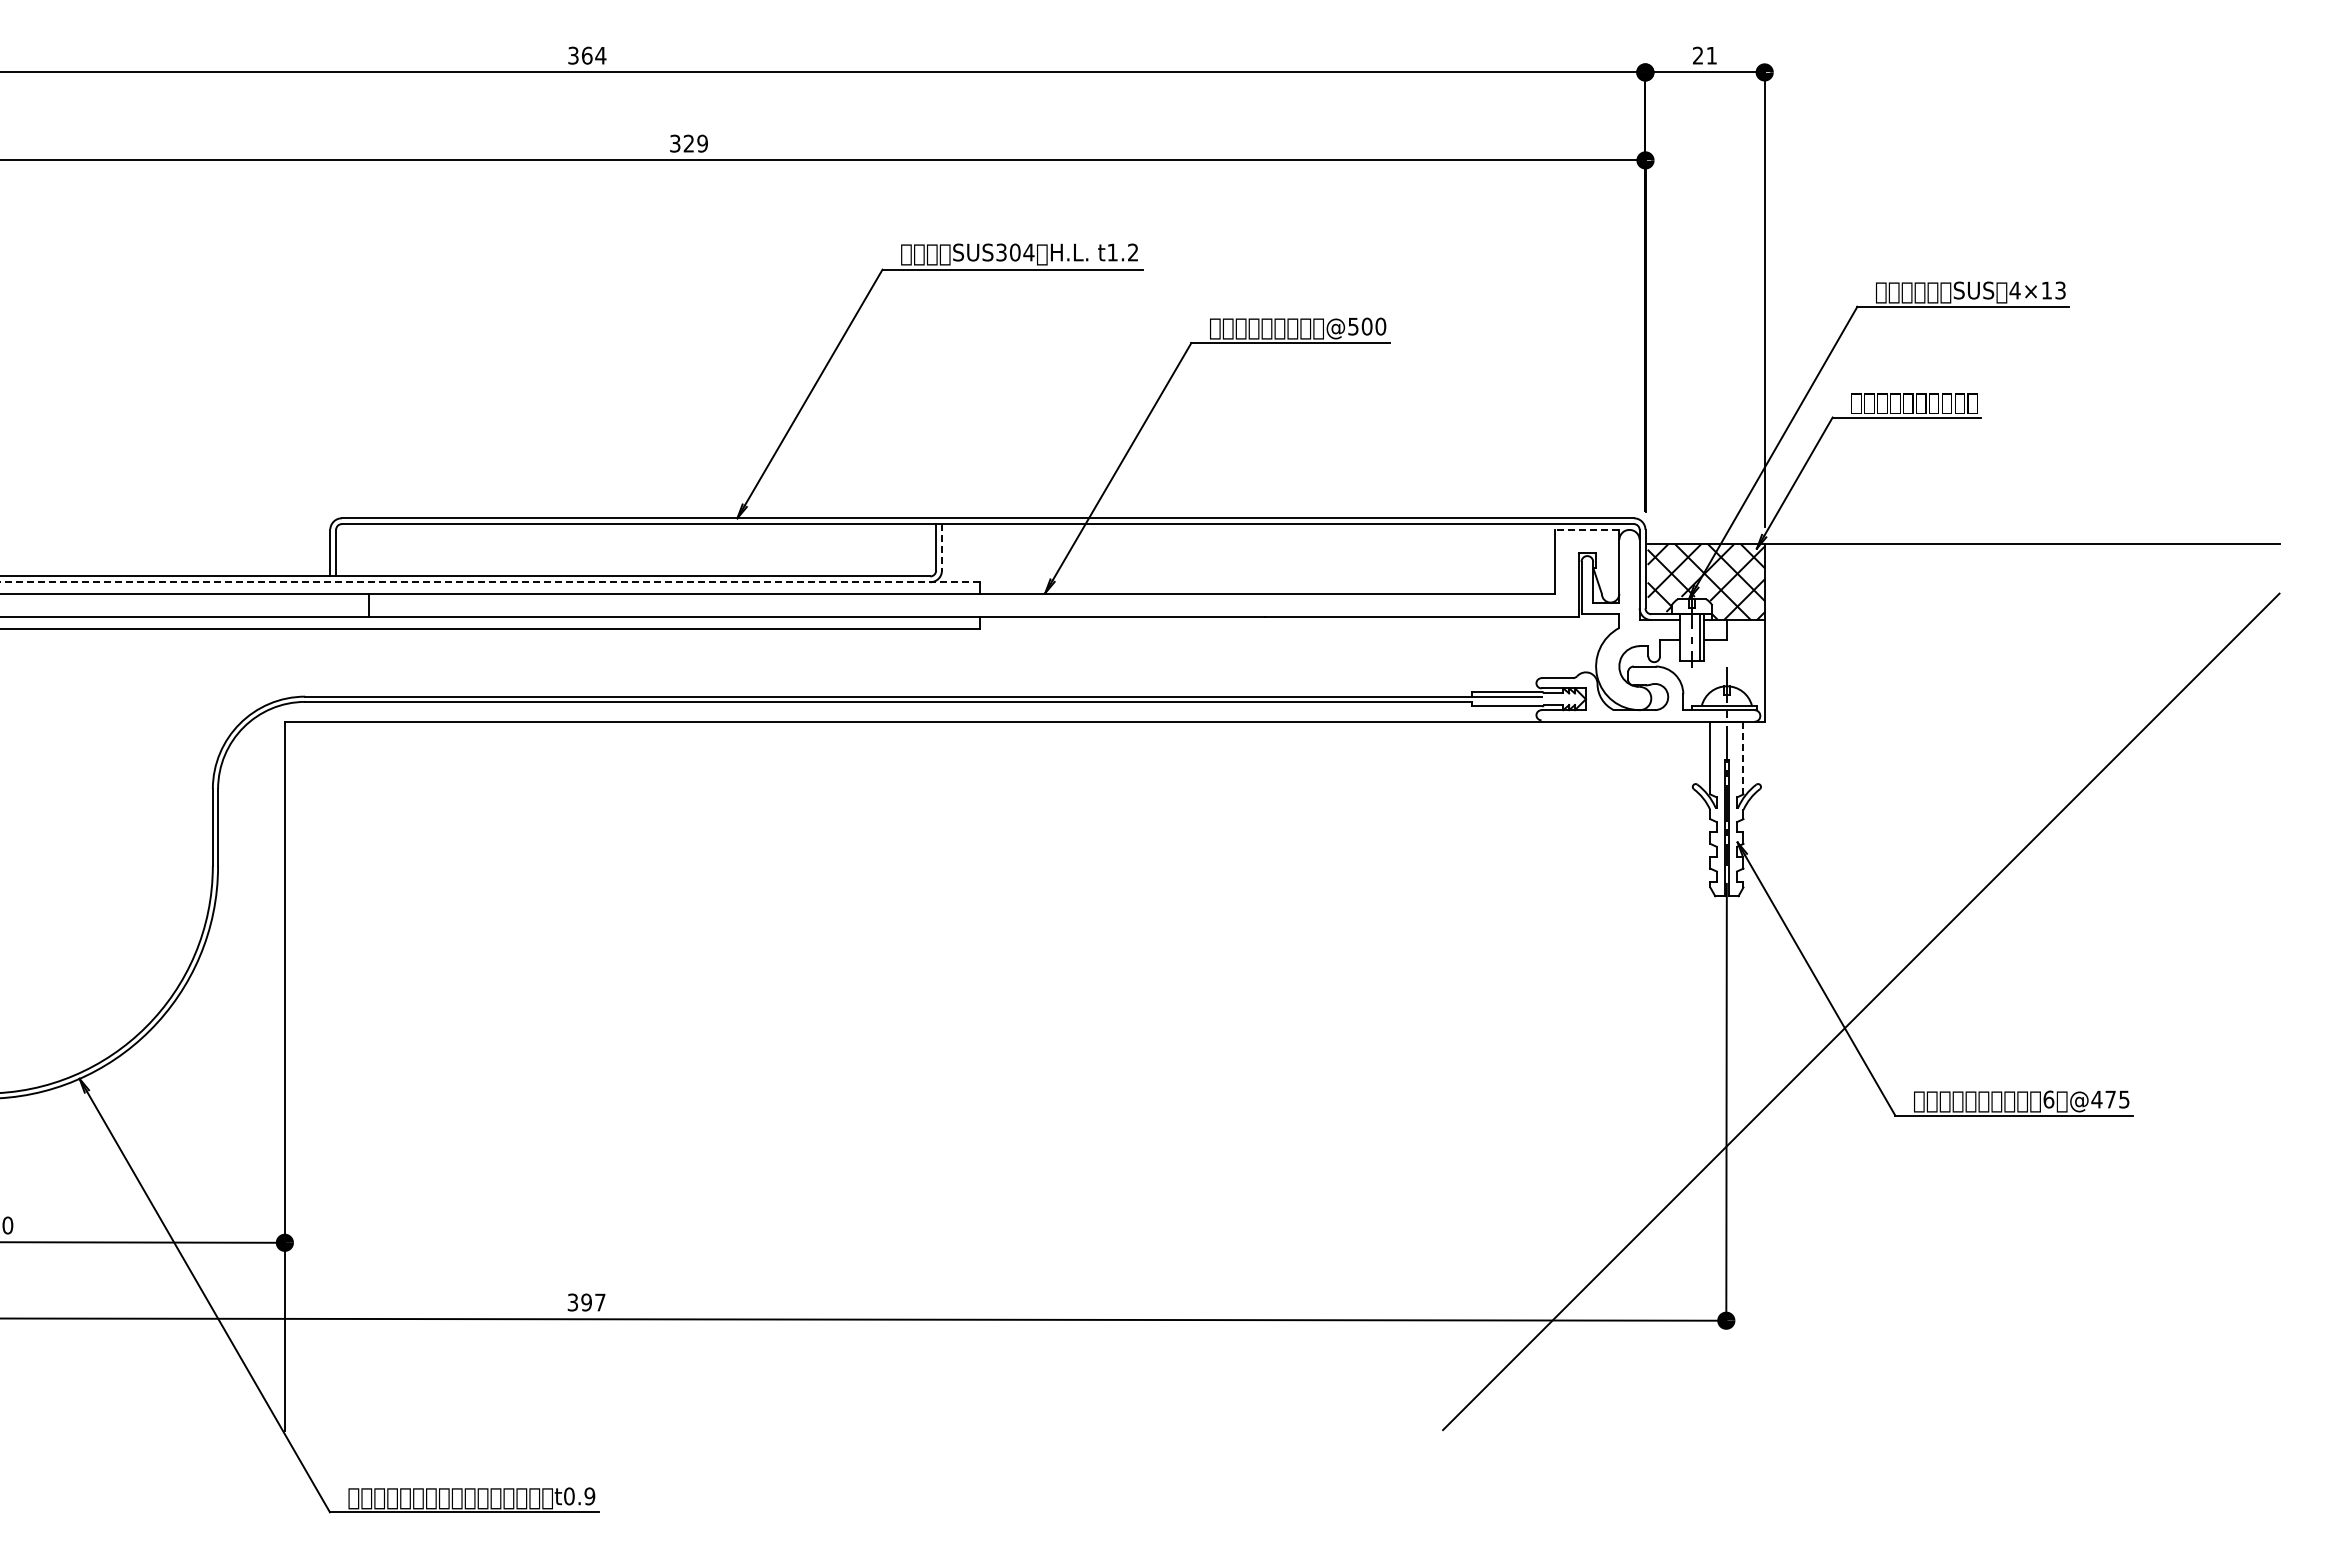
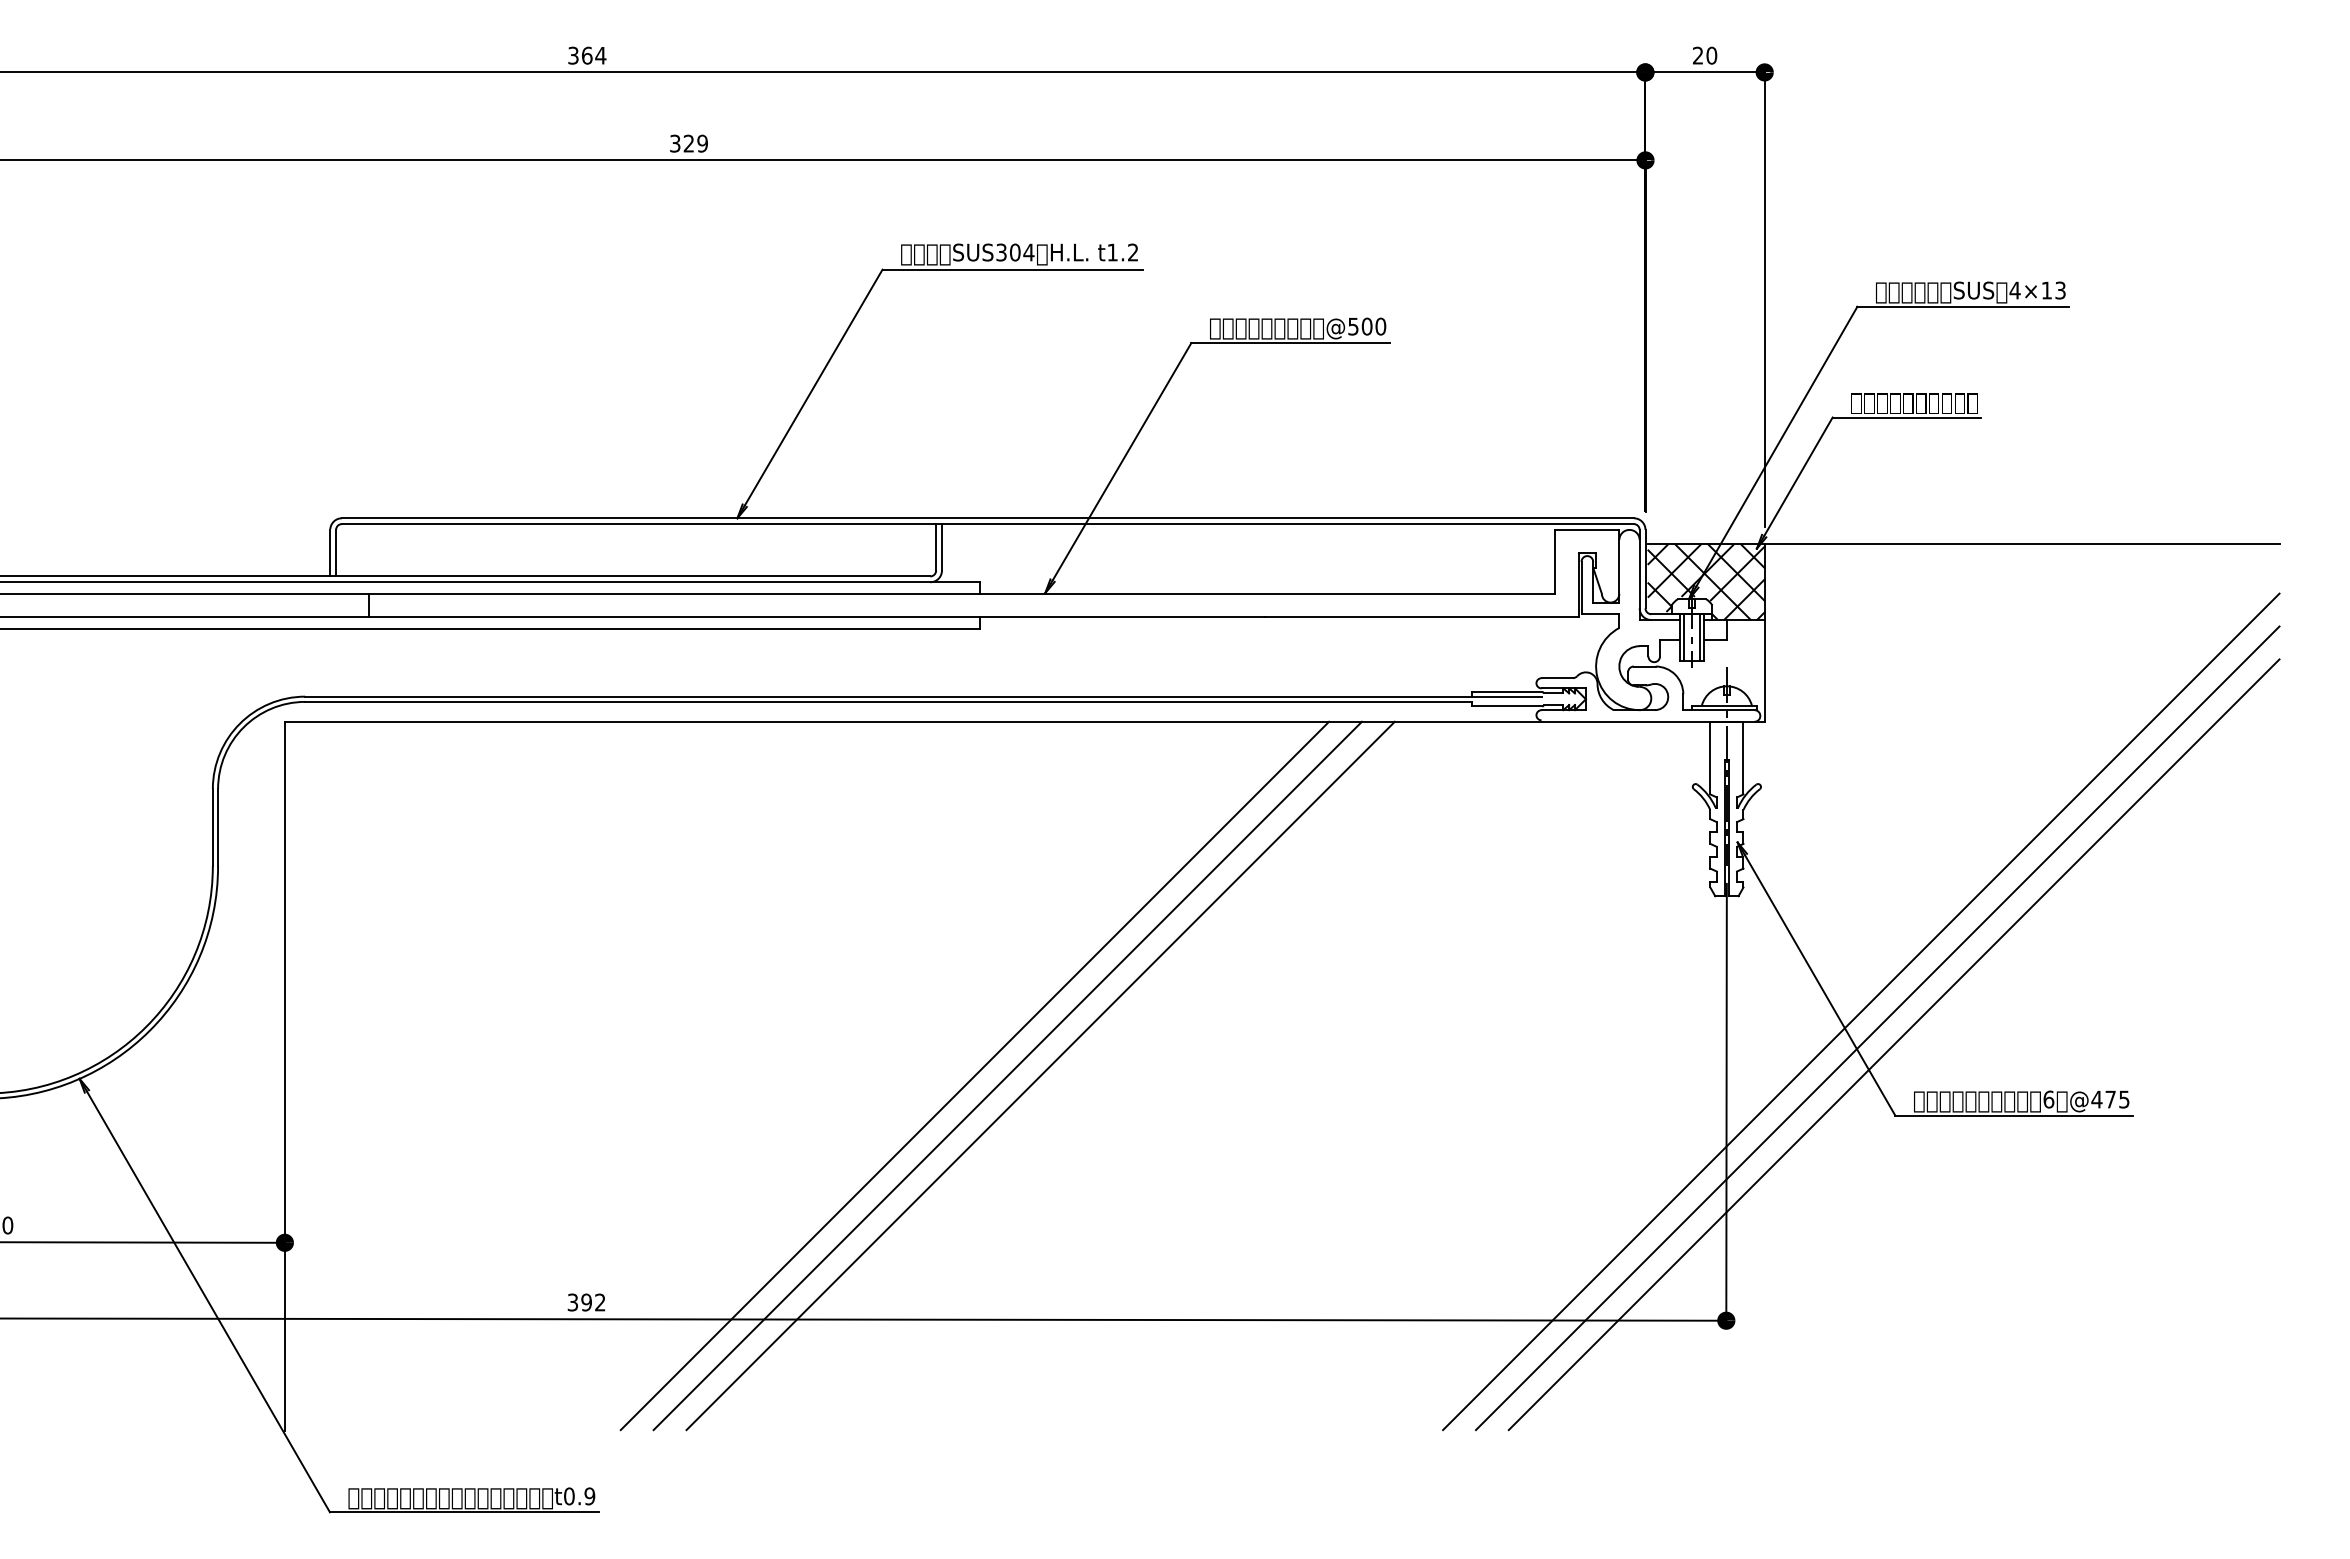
text at (1711, 55): 21 -> 20
line at (1587, 529): dashed -> solid
line at (941, 547): dashed -> solid
line at (489, 582): dashed -> solid
line at (1684, 637): none -> present
line at (1743, 758): dashed -> solid
line at (1877, 1028): none -> present
line at (1893, 1044): none -> present
line at (974, 1075): none -> present
line at (1007, 1075): none -> present
line at (1040, 1075): none -> present
text at (600, 1302): 397 -> 392
